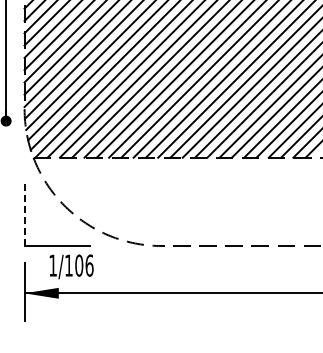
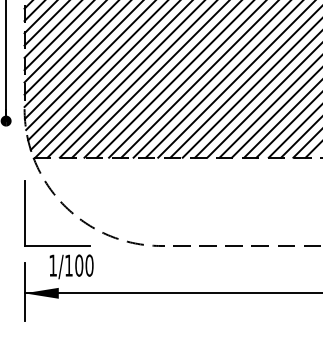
line at (24, 213): dashed -> solid
text at (89, 265): 1/106 -> 1/100
